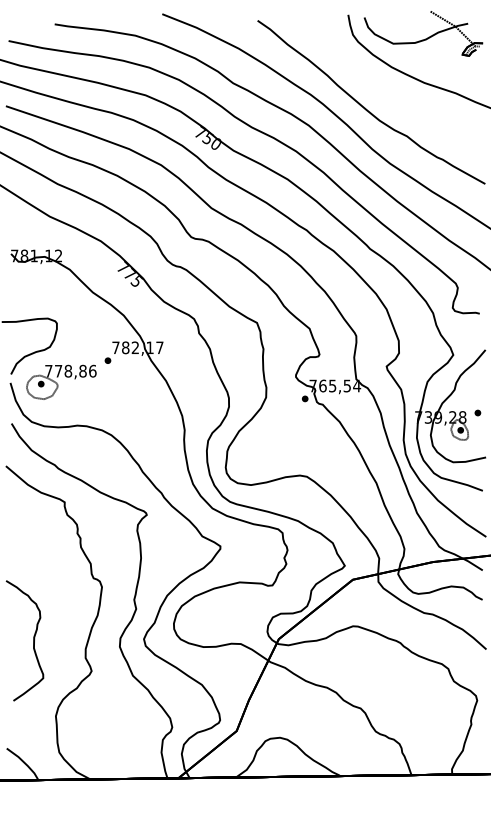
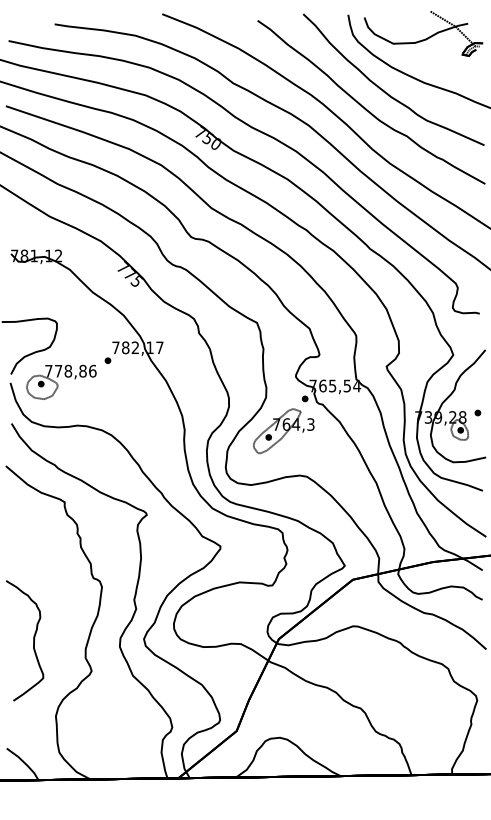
part at (383, 89): none -> present
part at (283, 431): none -> present
